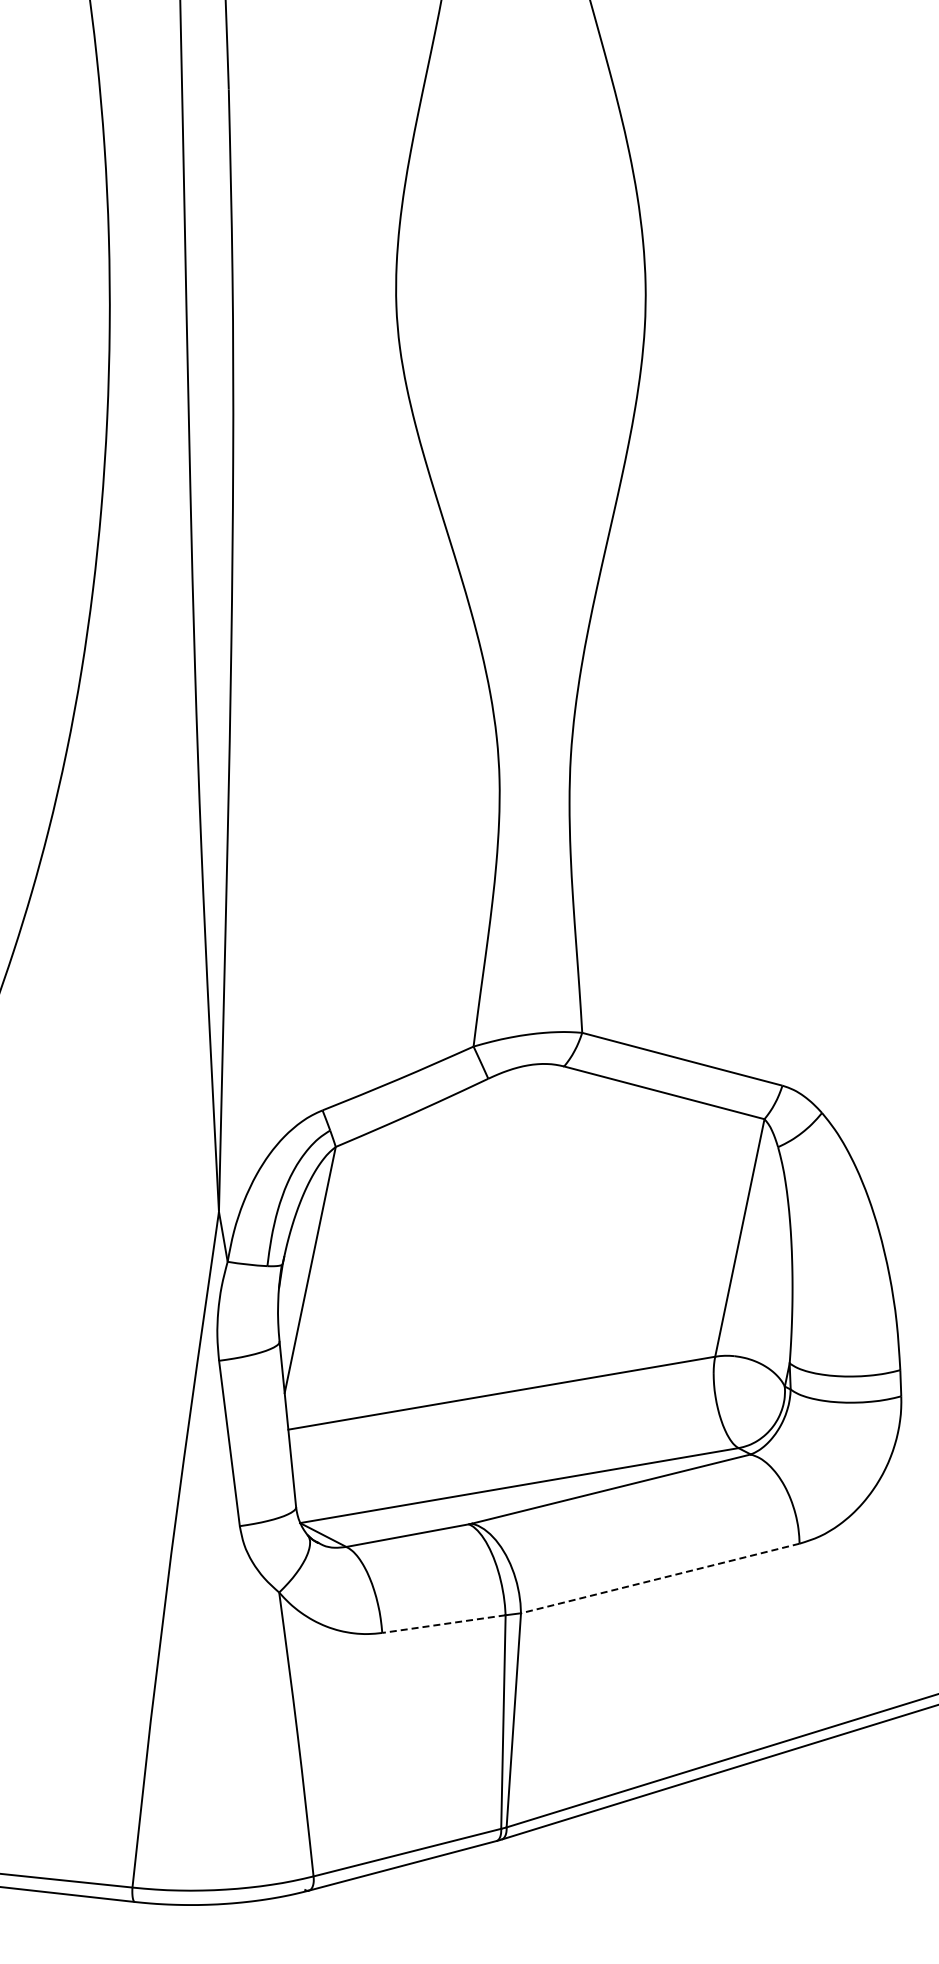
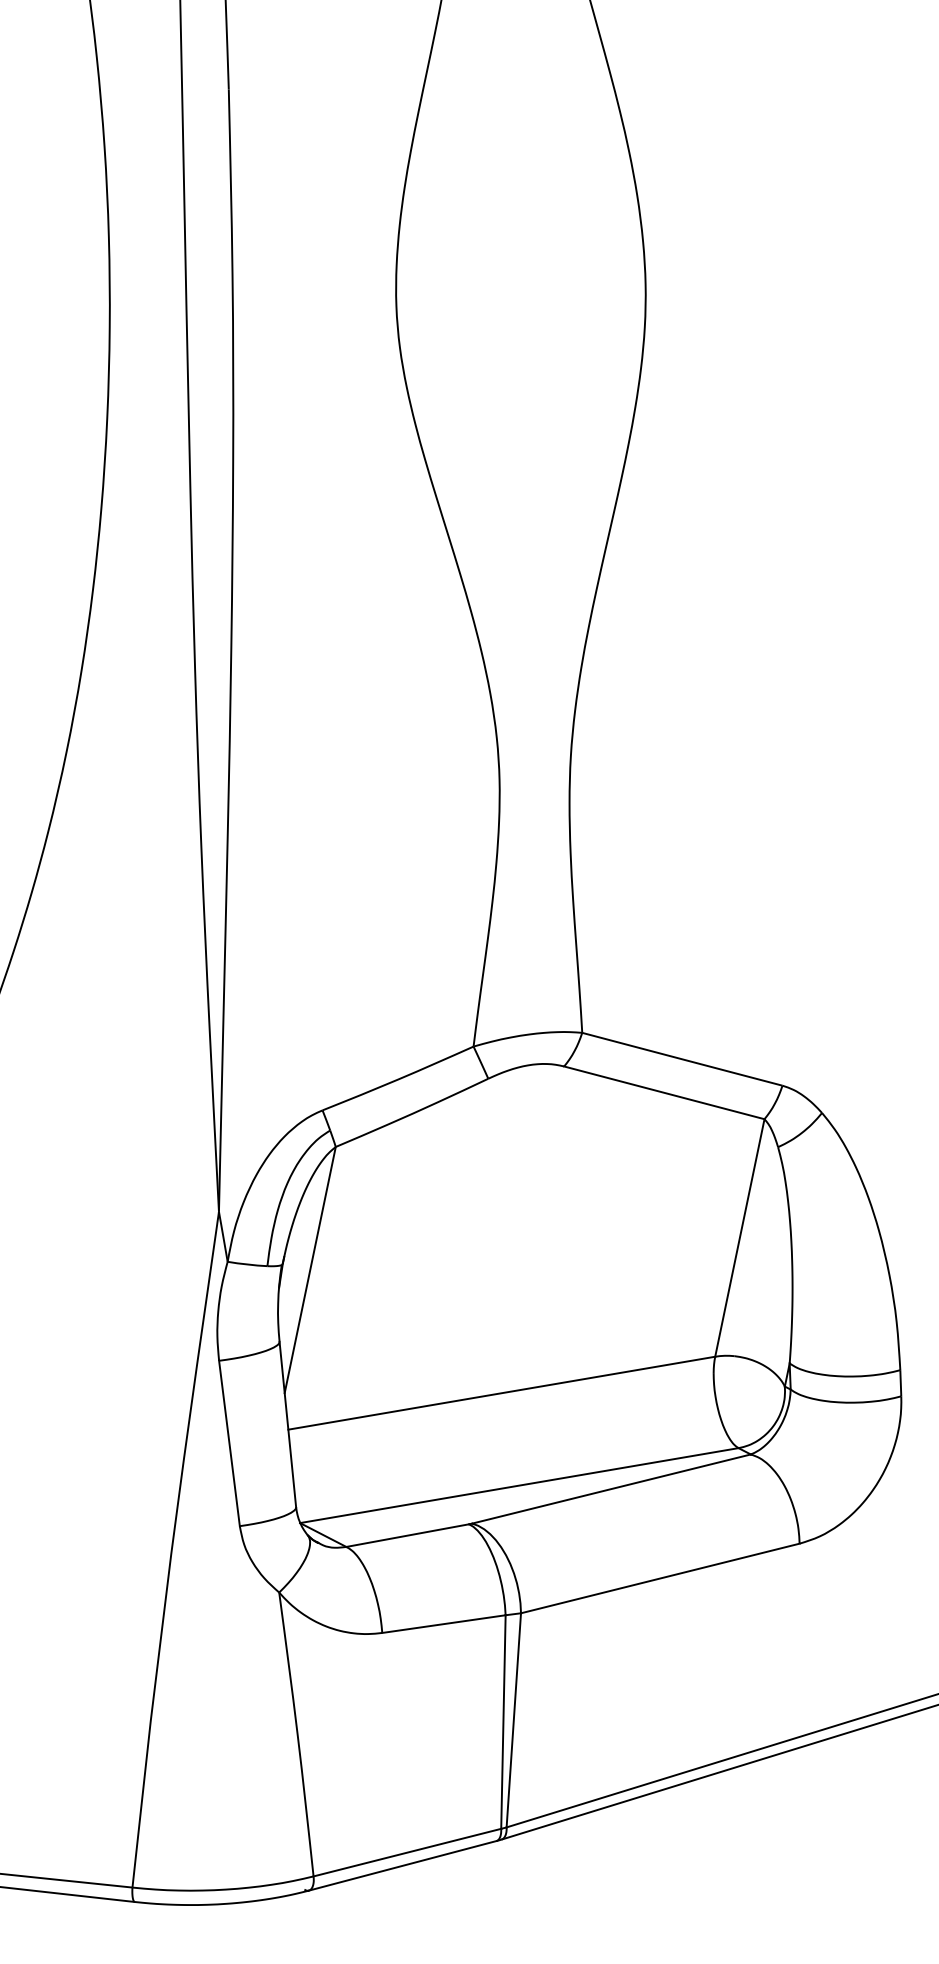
line at (660, 1578): dashed -> solid
line at (443, 1624): dashed -> solid
